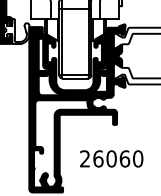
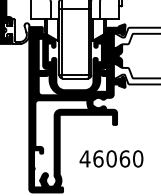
text at (84, 158): 26060 -> 46060
